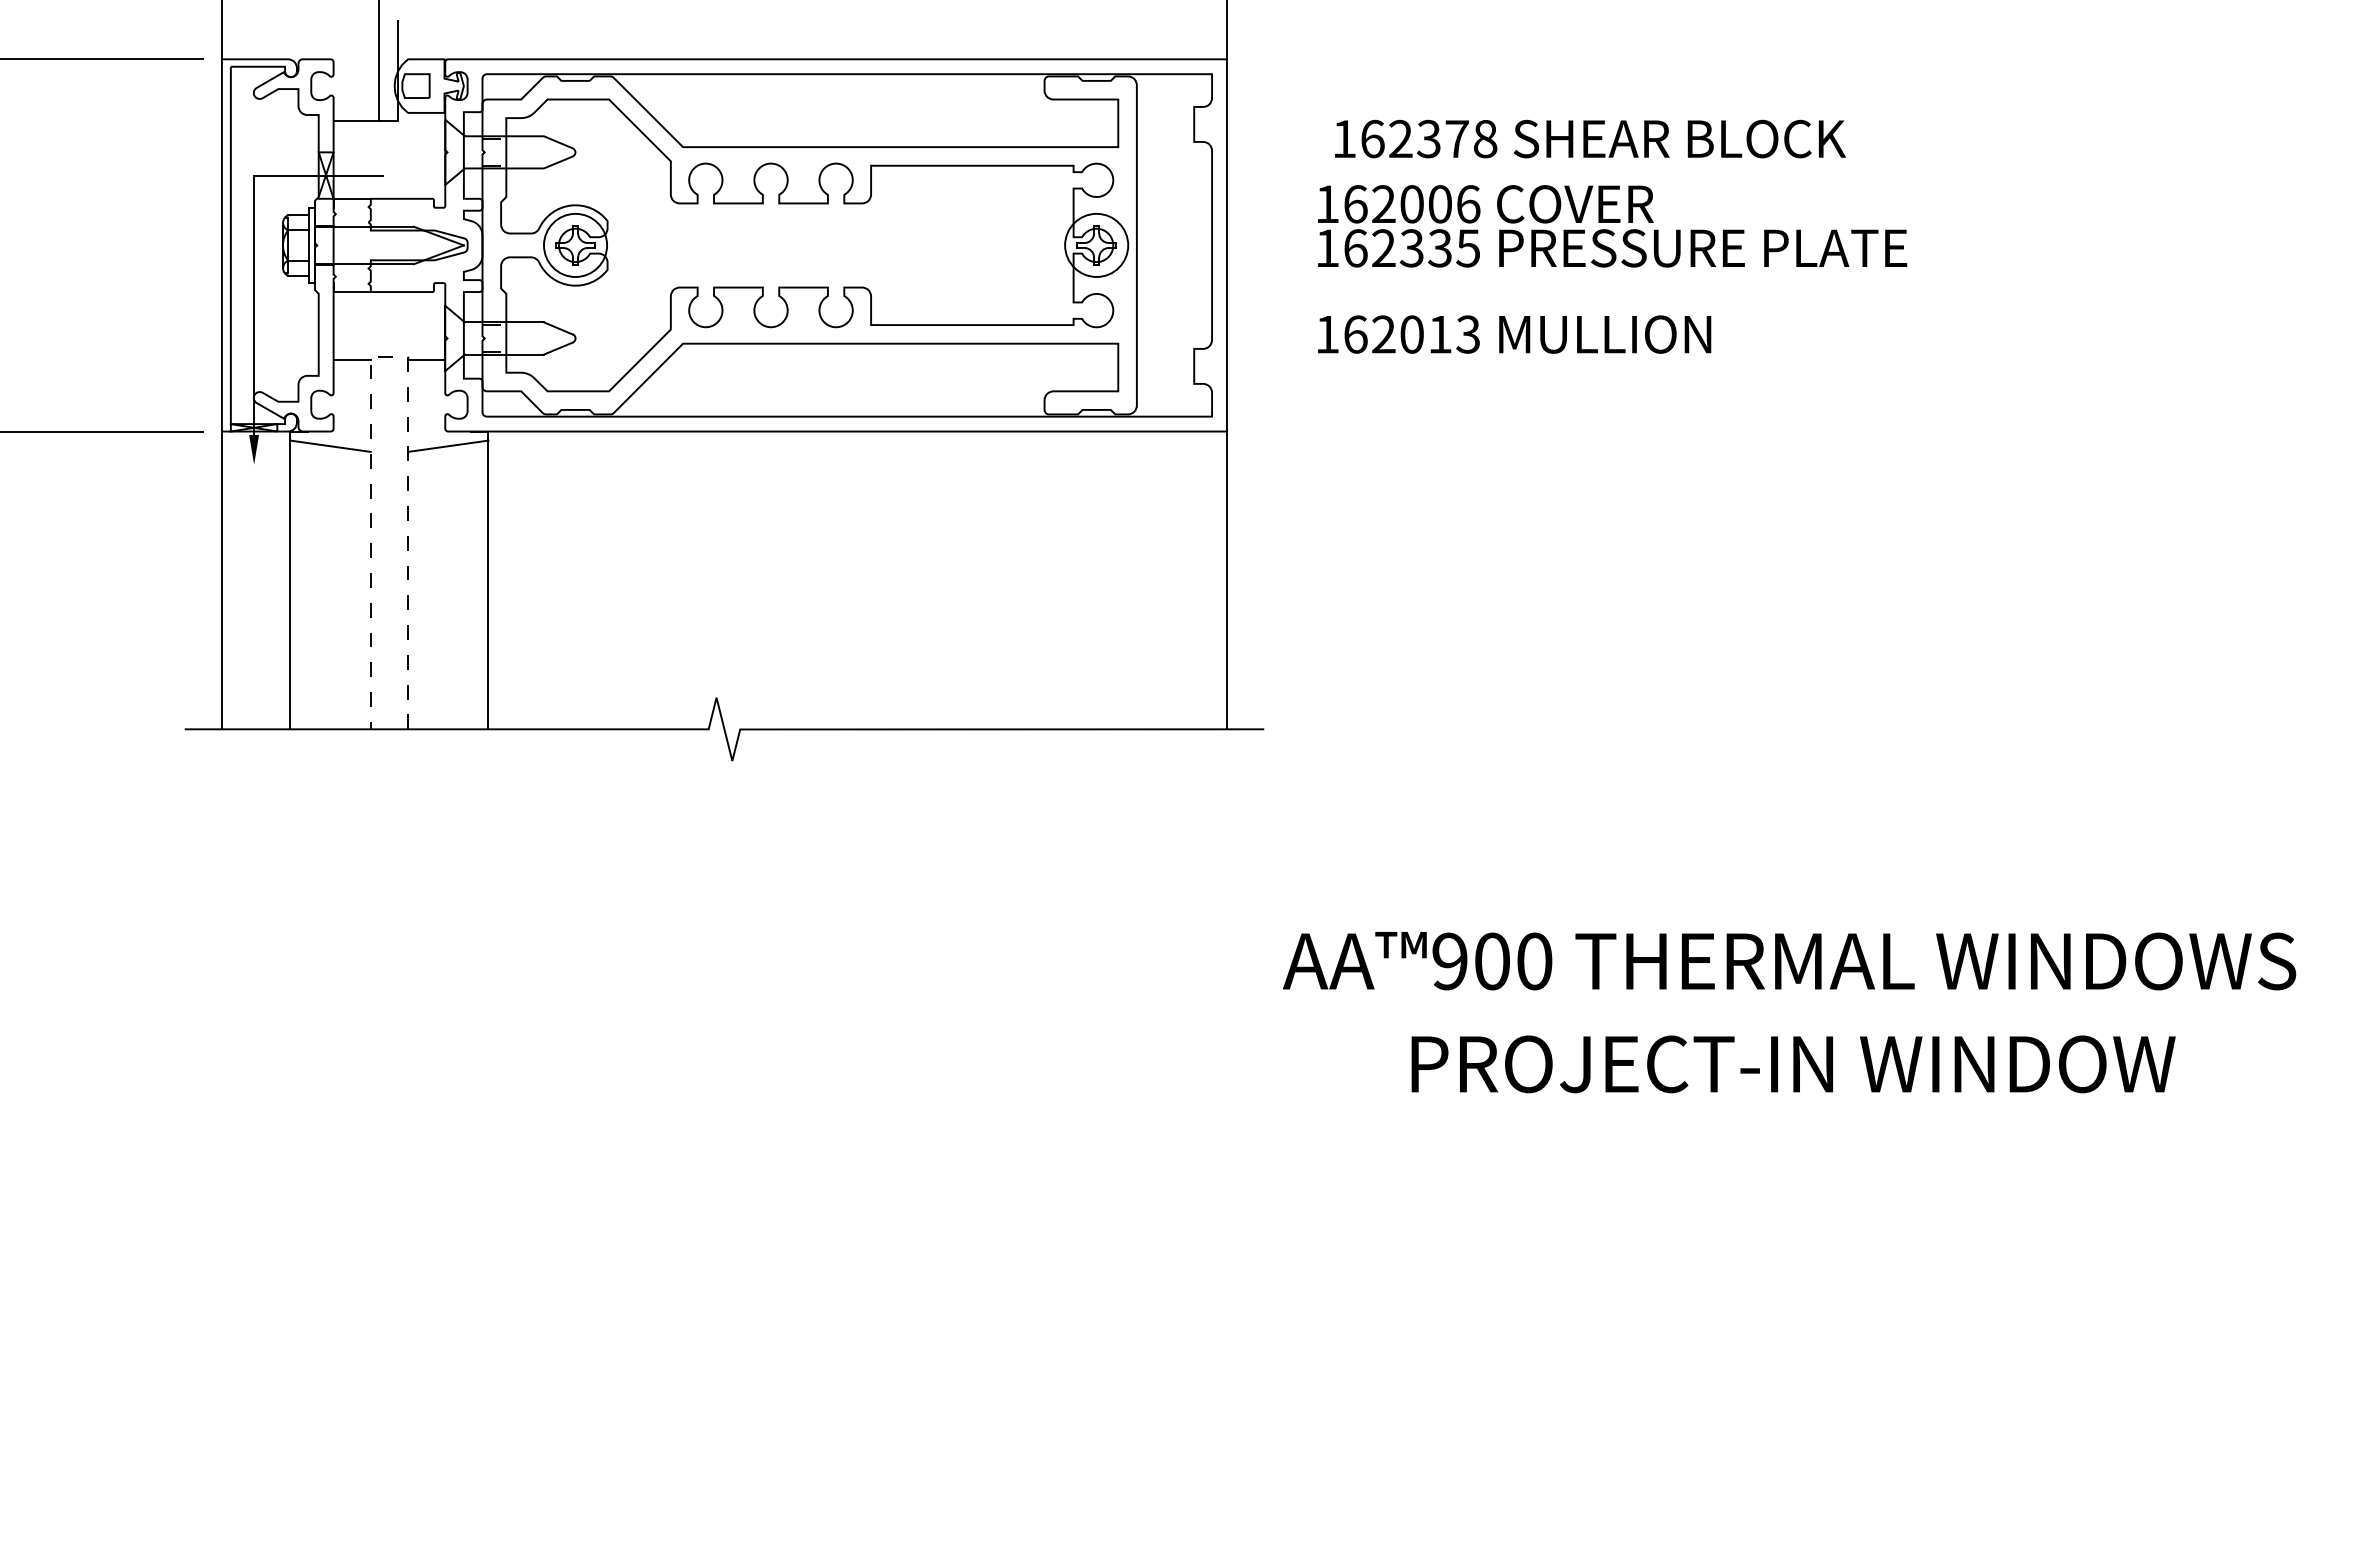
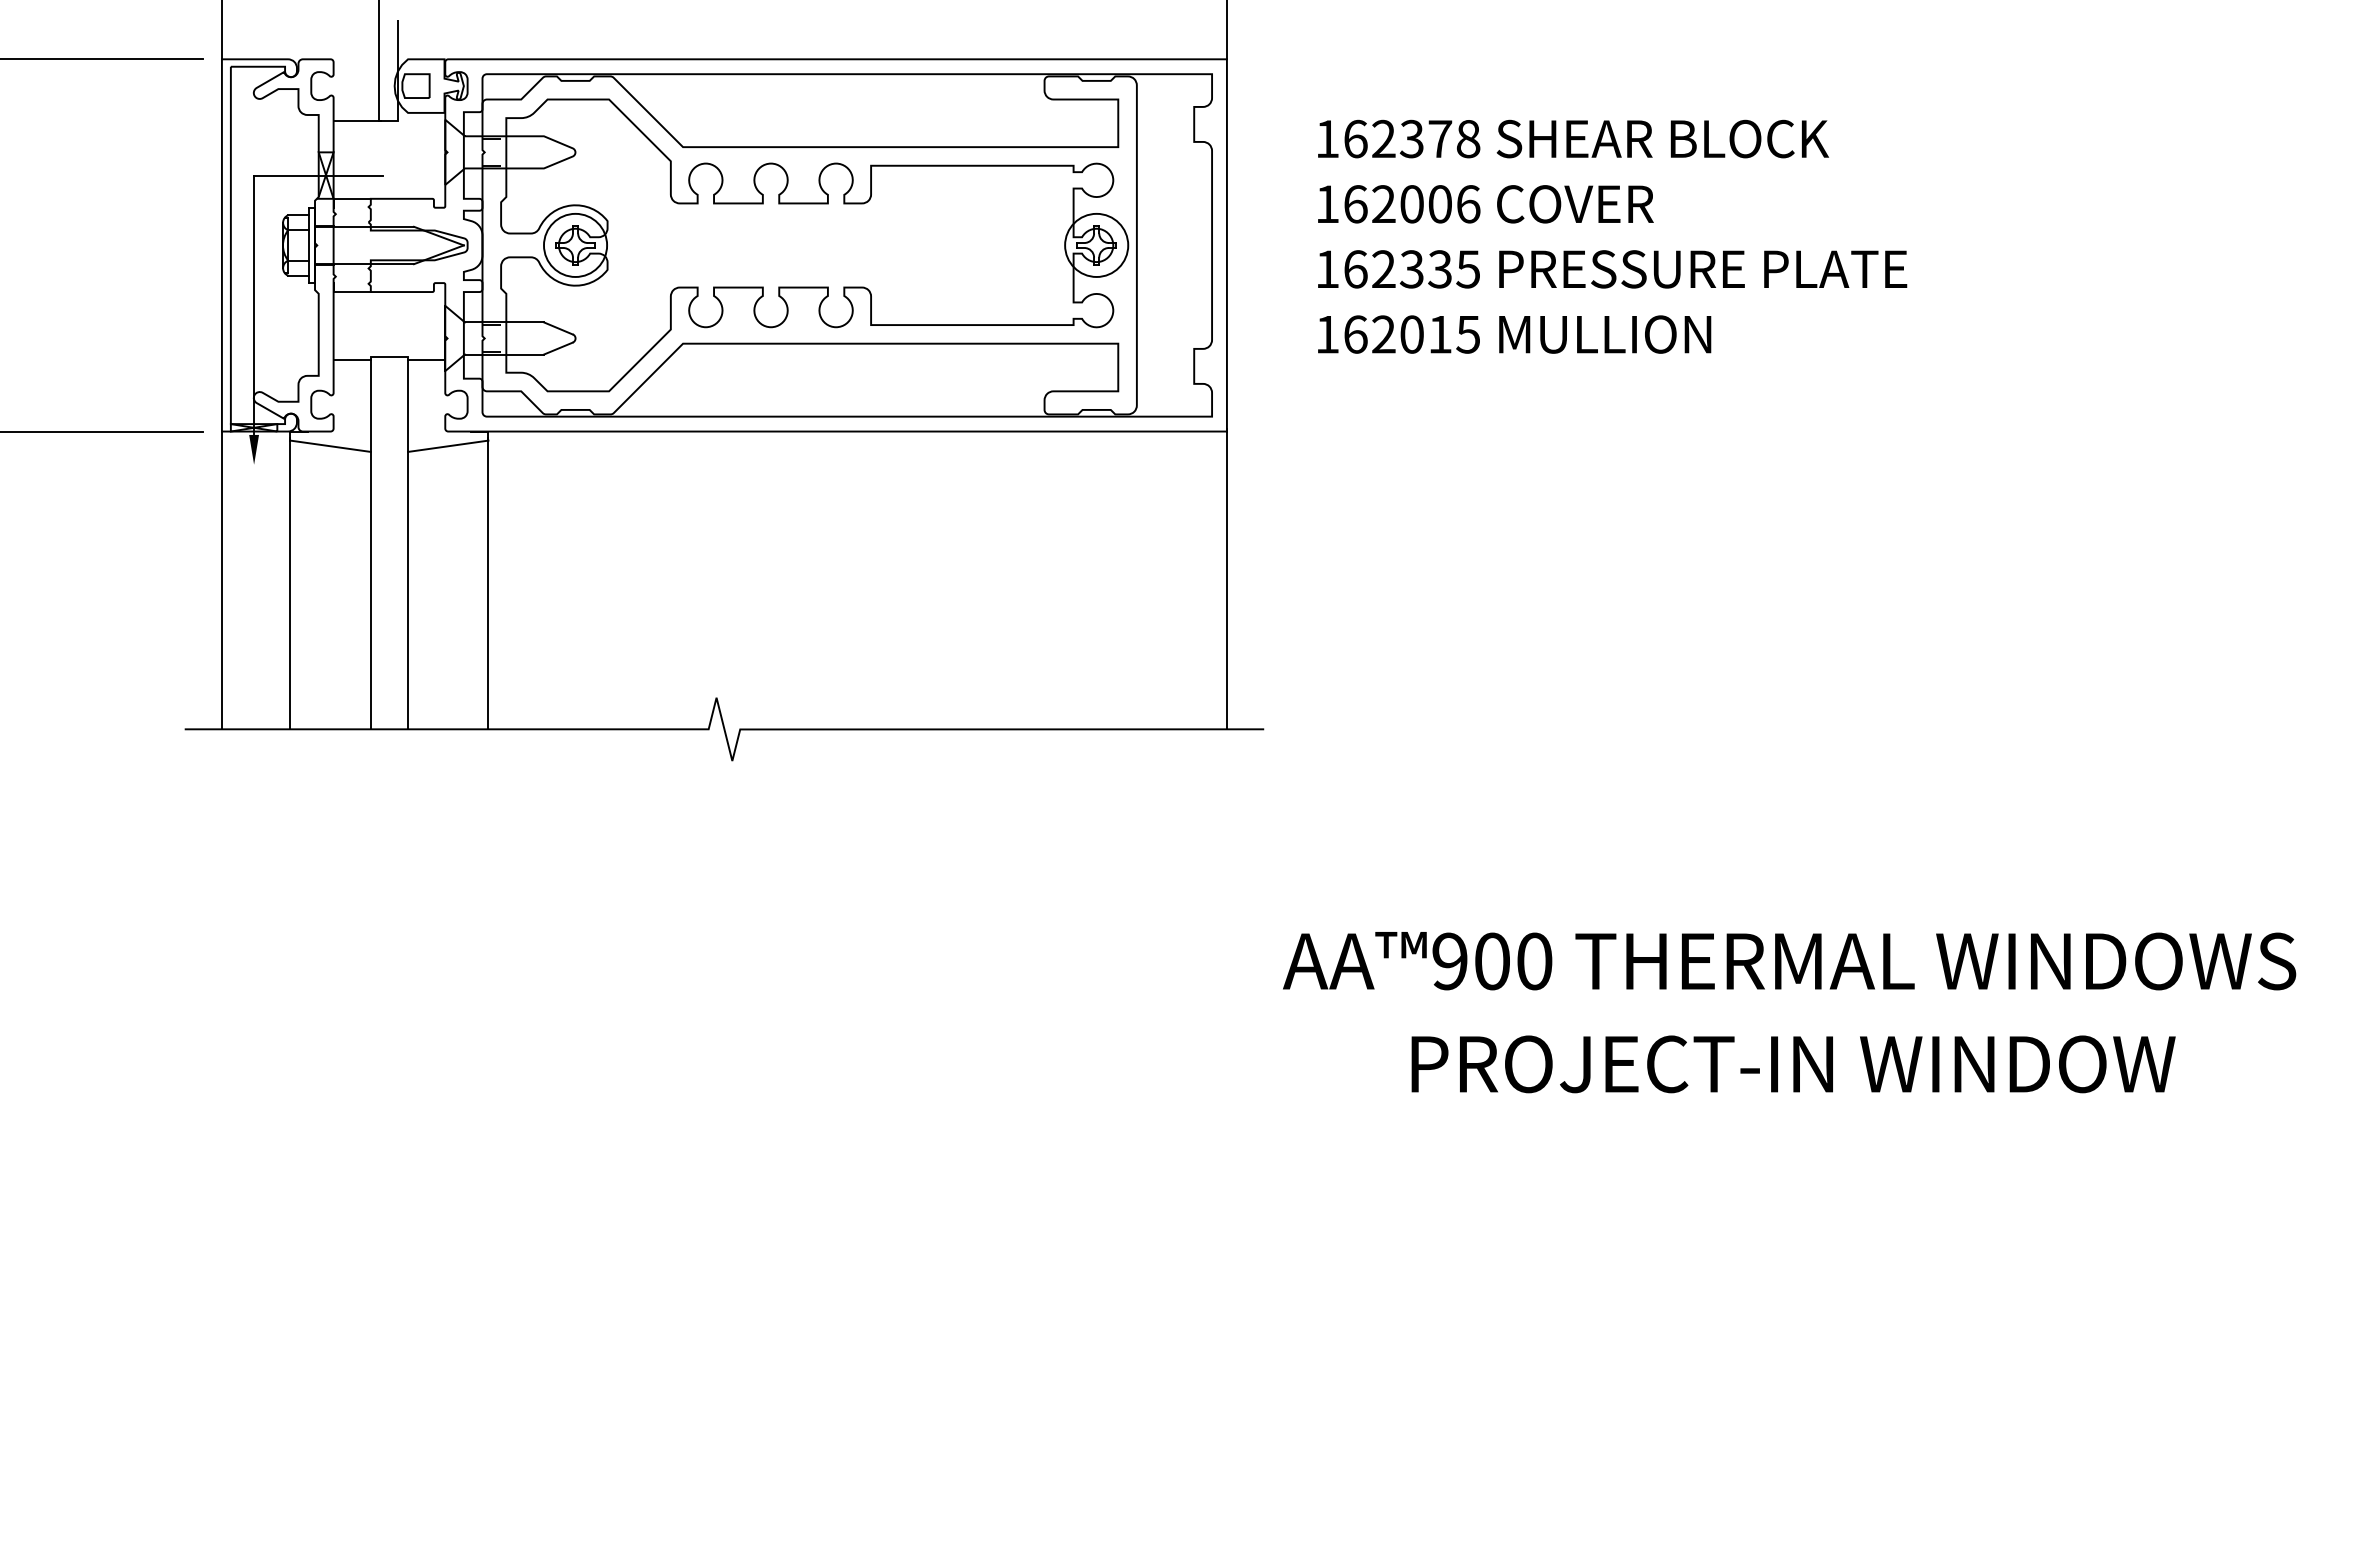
text at (1590, 138) position: (1590, 138) -> (1573, 138)
text at (1612, 248) position: (1612, 248) -> (1612, 269)
text at (1467, 334): 162013 -> 162015
line at (389, 357): dashed -> solid
